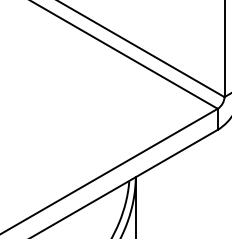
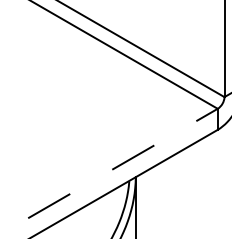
line at (109, 171): solid -> dashed
